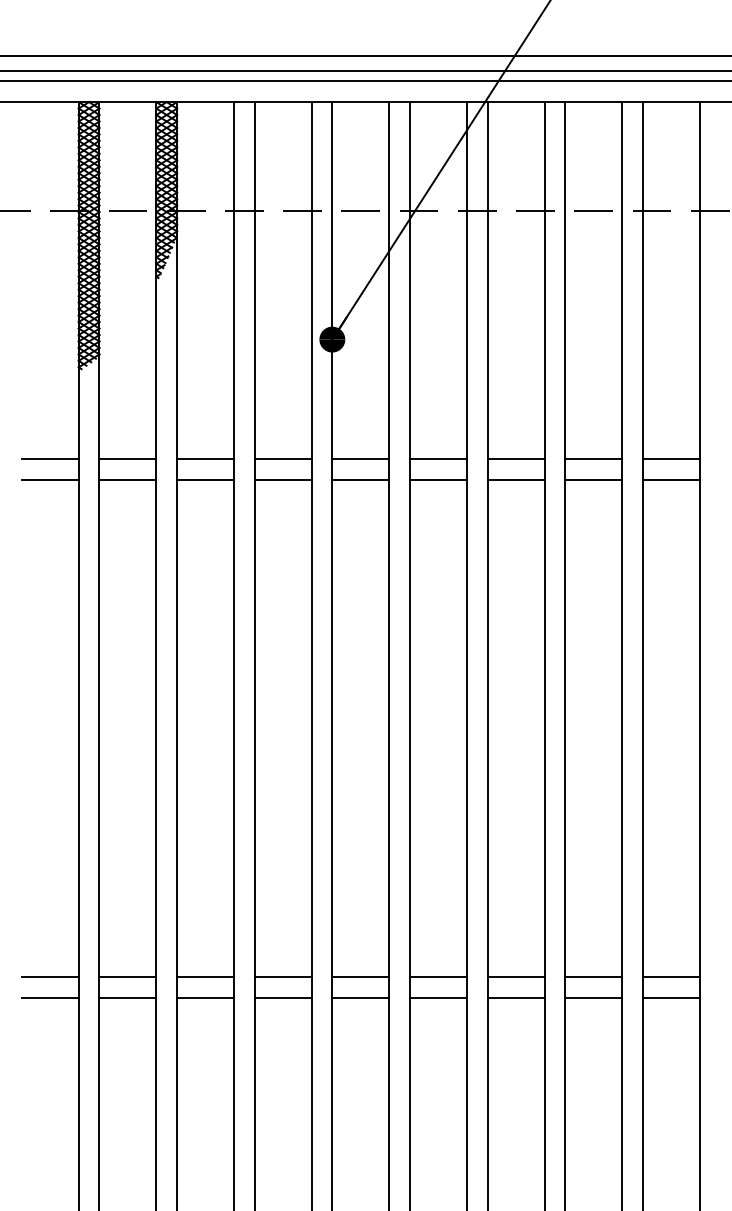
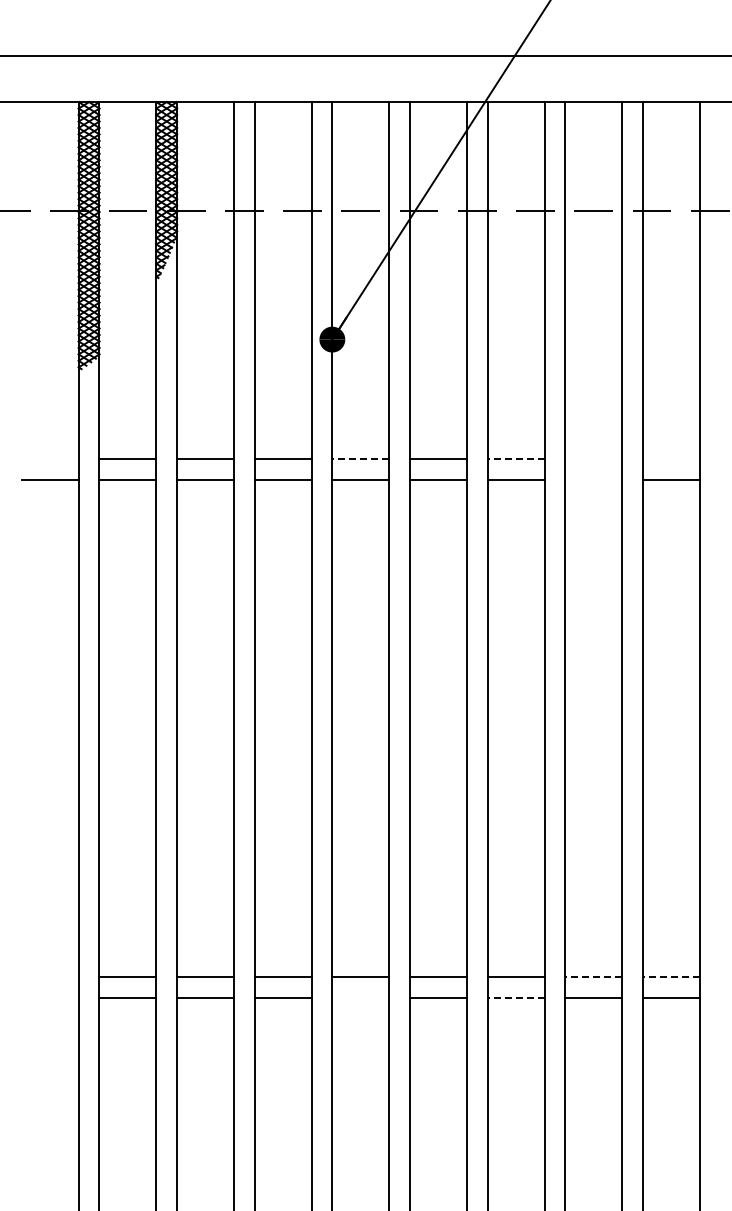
line at (365, 71): present -> none
line at (365, 81): present -> none
line at (49, 459): present -> none
line at (360, 459): solid -> dashed
line at (515, 459): solid -> dashed
line at (593, 459): present -> none
line at (670, 459): present -> none
line at (593, 479): present -> none
line at (49, 976): present -> none
line at (593, 976): solid -> dashed
line at (670, 976): solid -> dashed
line at (49, 997): present -> none
line at (360, 997): present -> none
line at (515, 997): solid -> dashed
